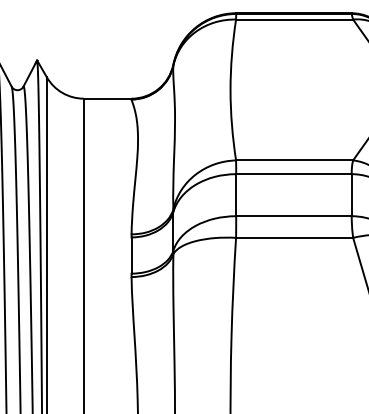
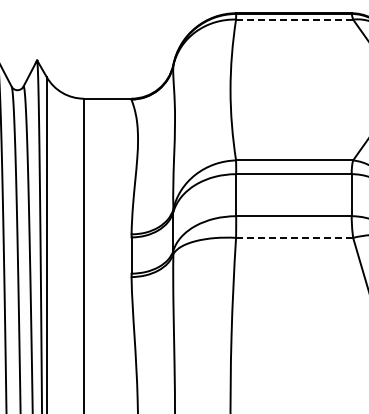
line at (294, 19): solid -> dashed
line at (294, 237): solid -> dashed
